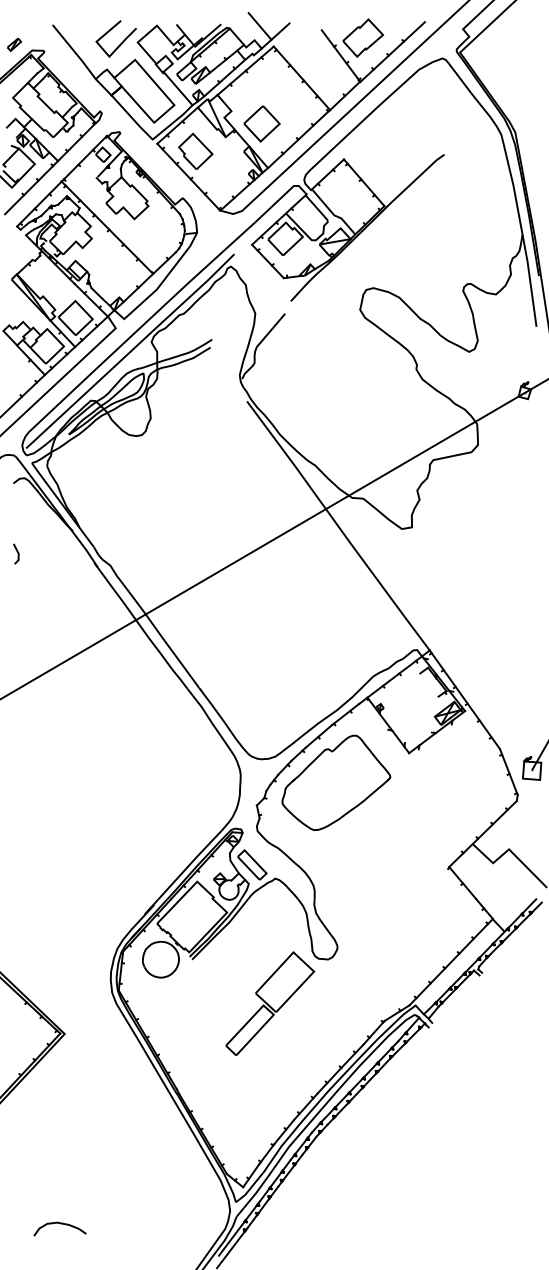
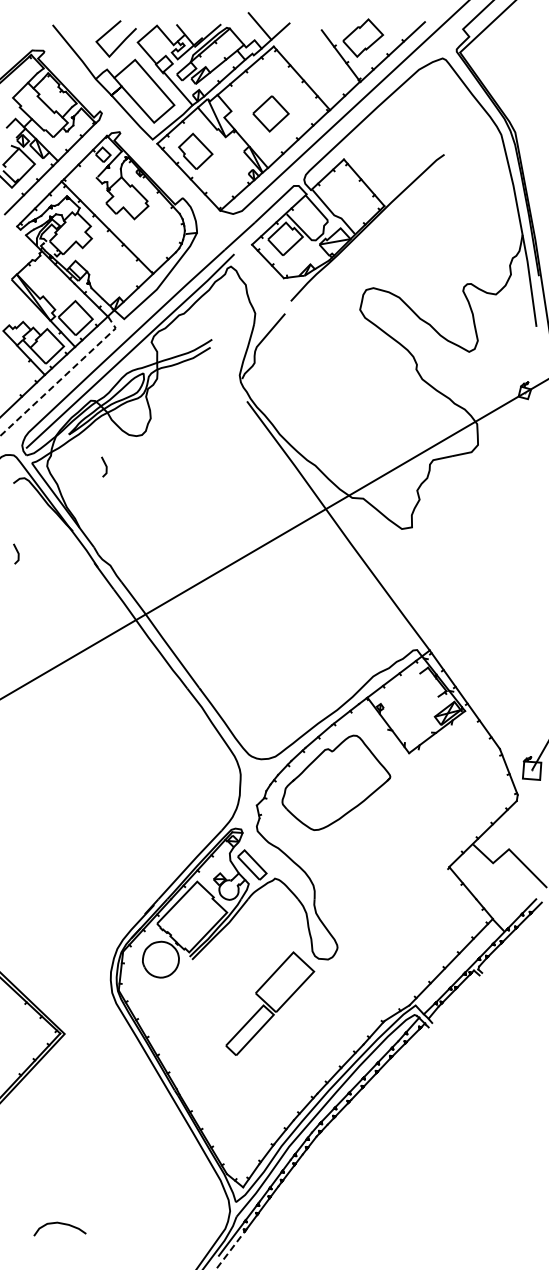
part at (14, 44): present -> none
part at (261, 123) position: (261, 123) -> (270, 113)
line at (63, 376): solid -> dashed
line at (105, 466): none -> present
line at (232, 1247): solid -> dashed
